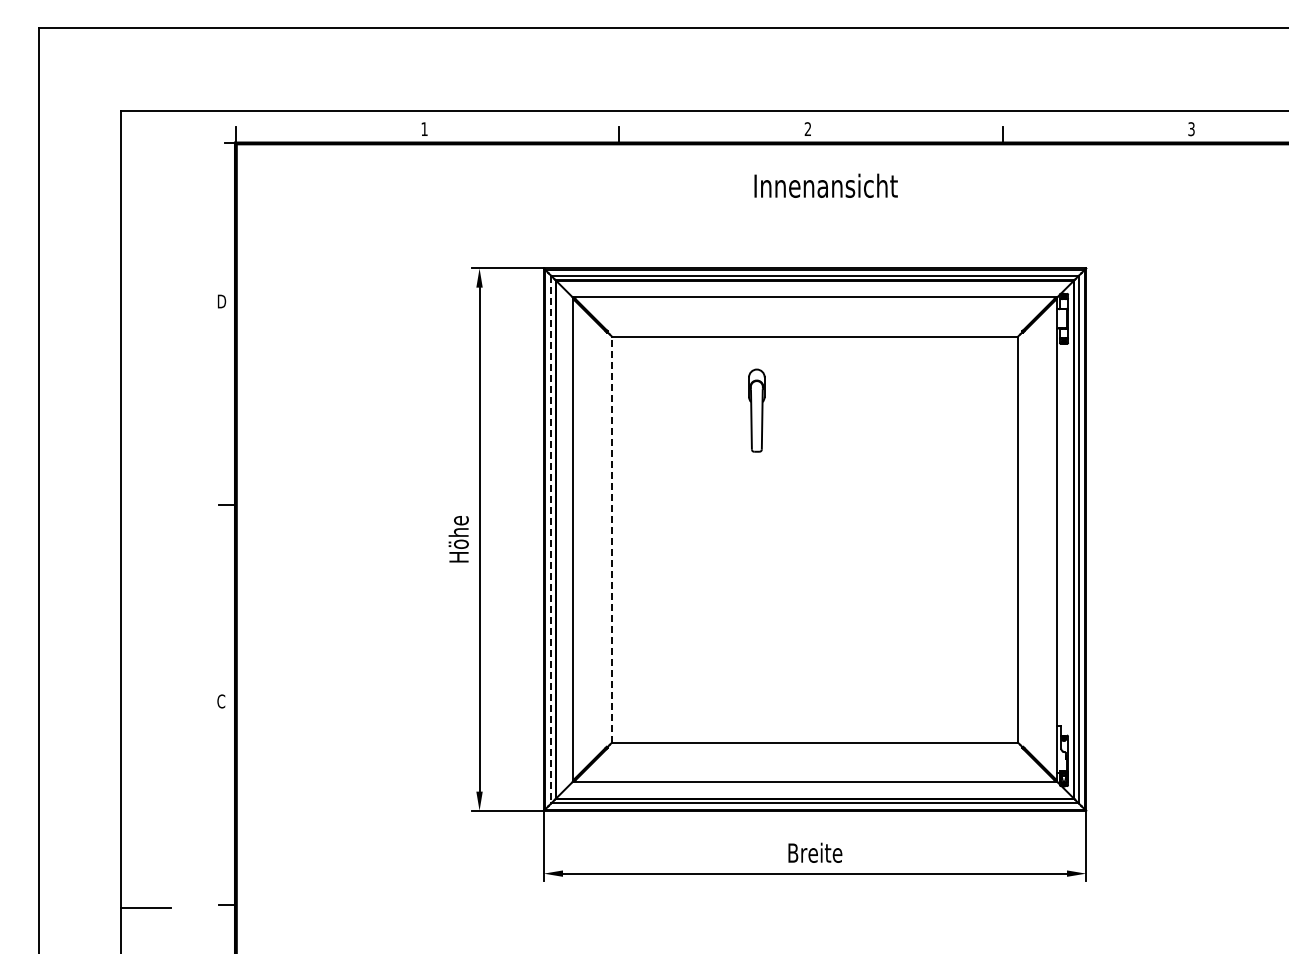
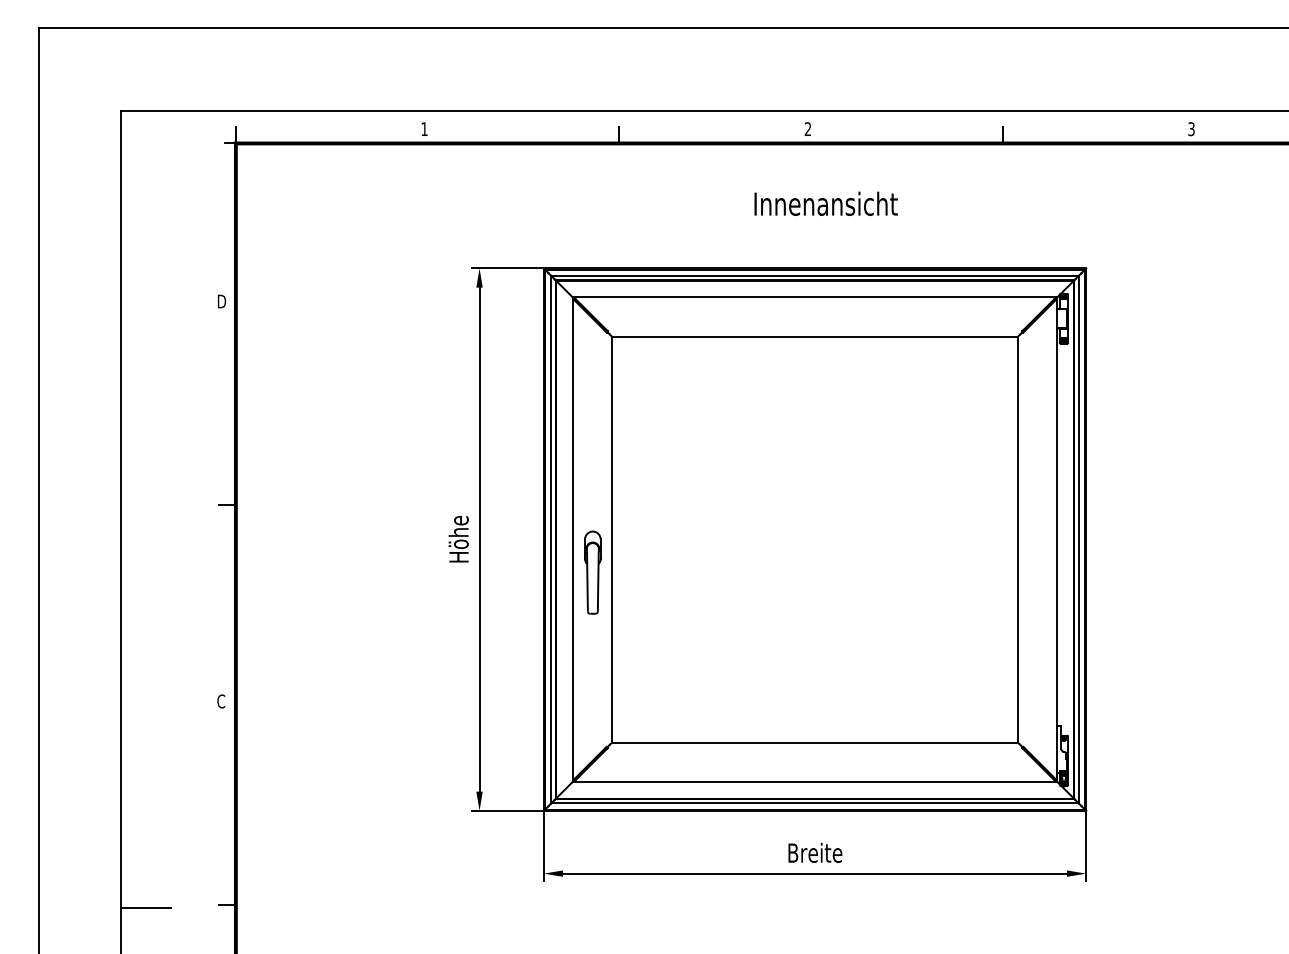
text at (825, 185) position: (825, 185) -> (825, 203)
part at (756, 410) position: (756, 410) -> (592, 572)
line at (551, 539): dashed -> solid
line at (612, 539): dashed -> solid
